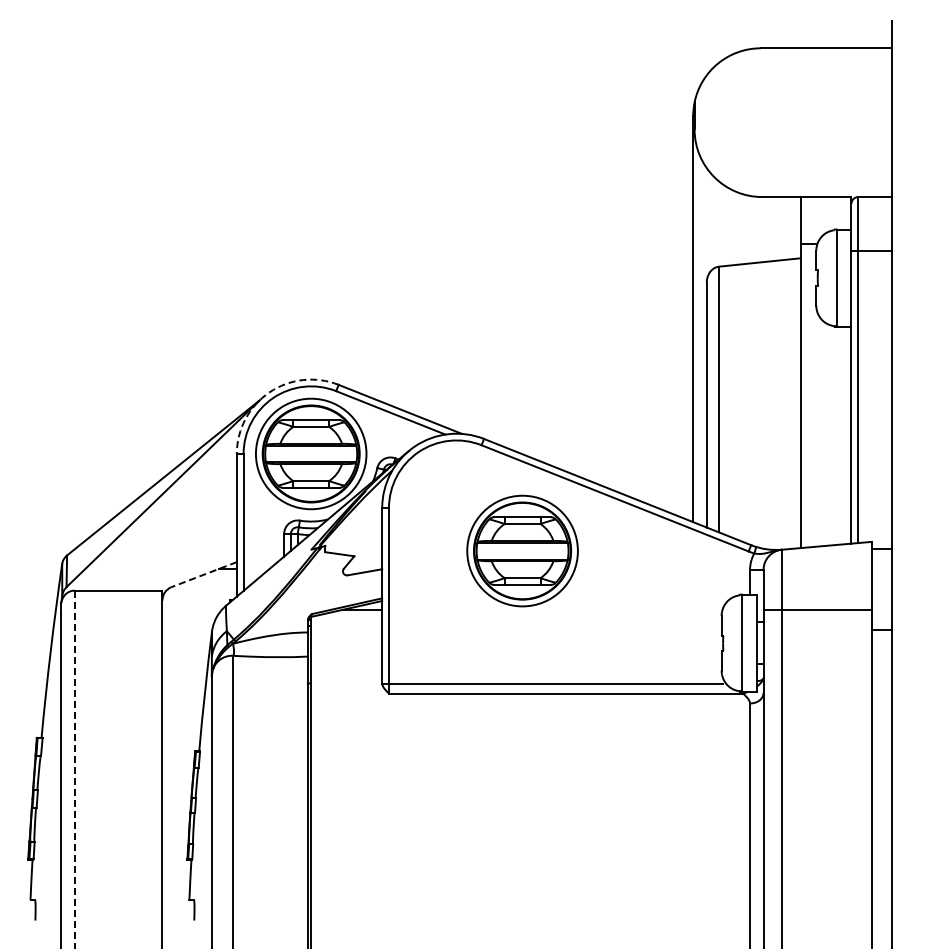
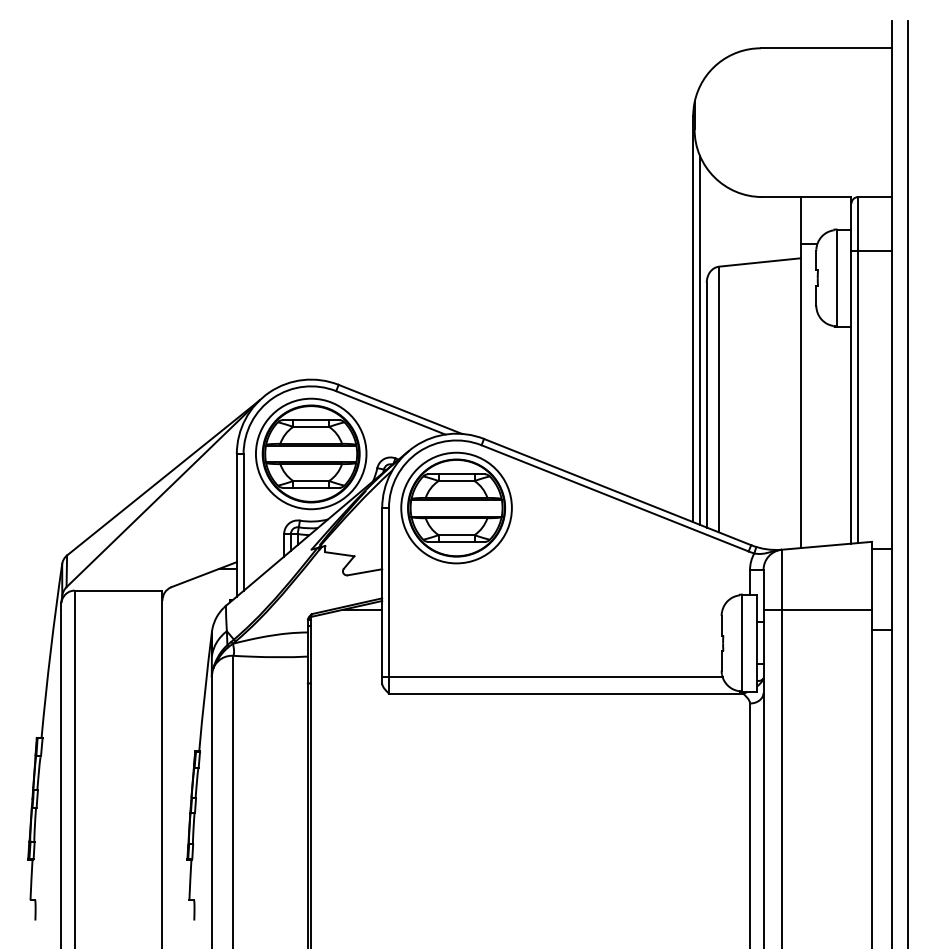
line at (700, 339): none -> present
arc at (269, 392): dashed -> solid
line at (907, 483): none -> present
part at (522, 550) position: (522, 550) -> (456, 507)
line at (203, 574): dashed -> solid
line at (552, 684) position: (552, 684) -> (552, 677)
line at (74, 769): dashed -> solid
